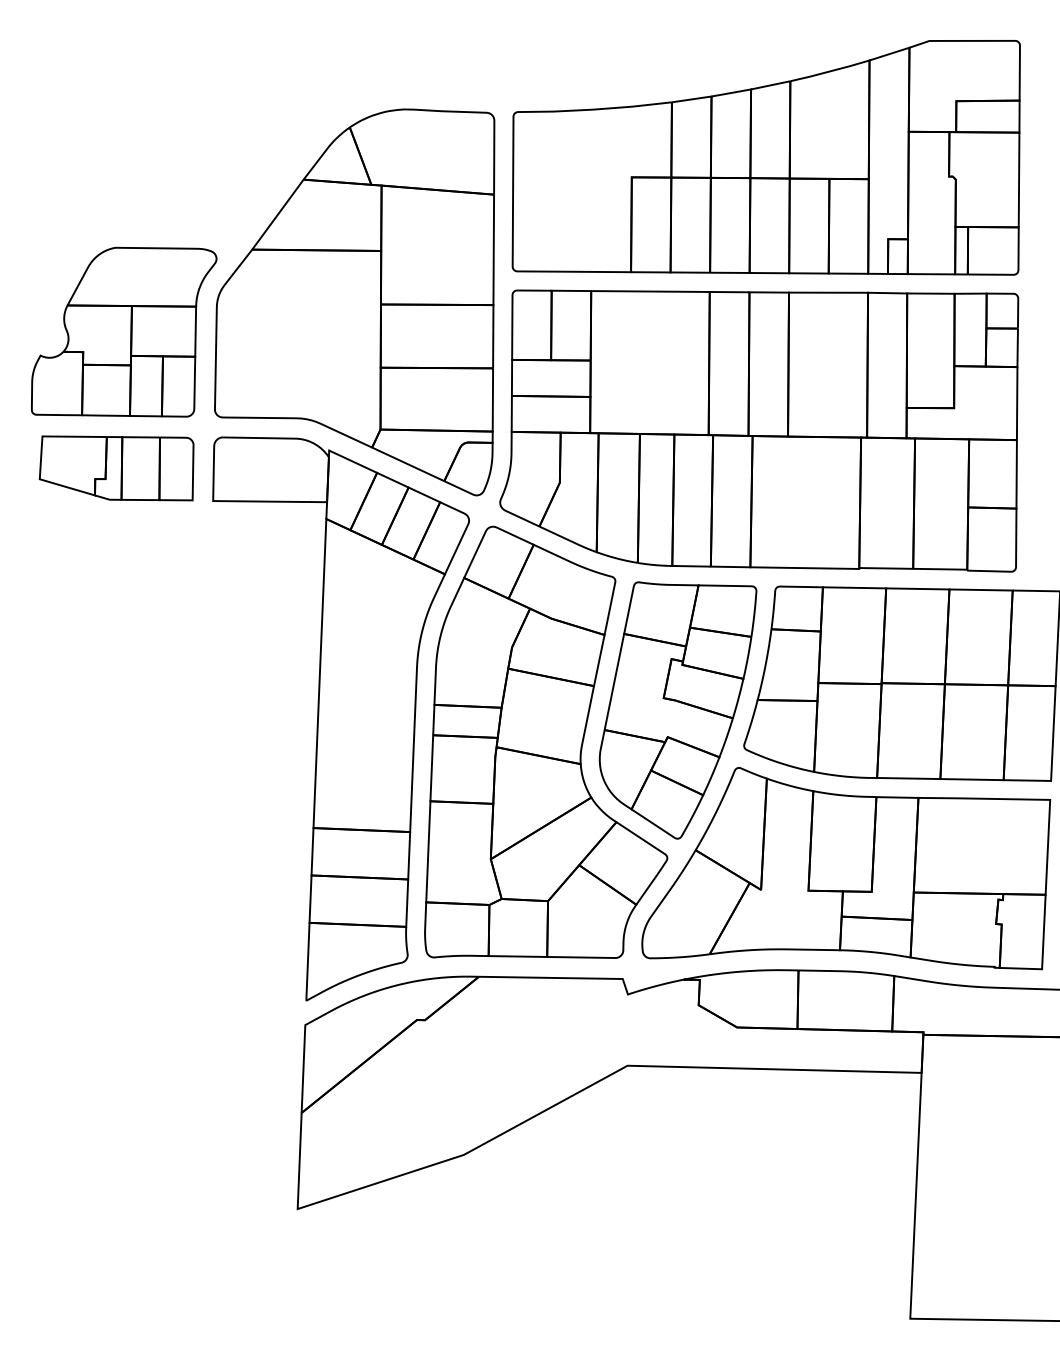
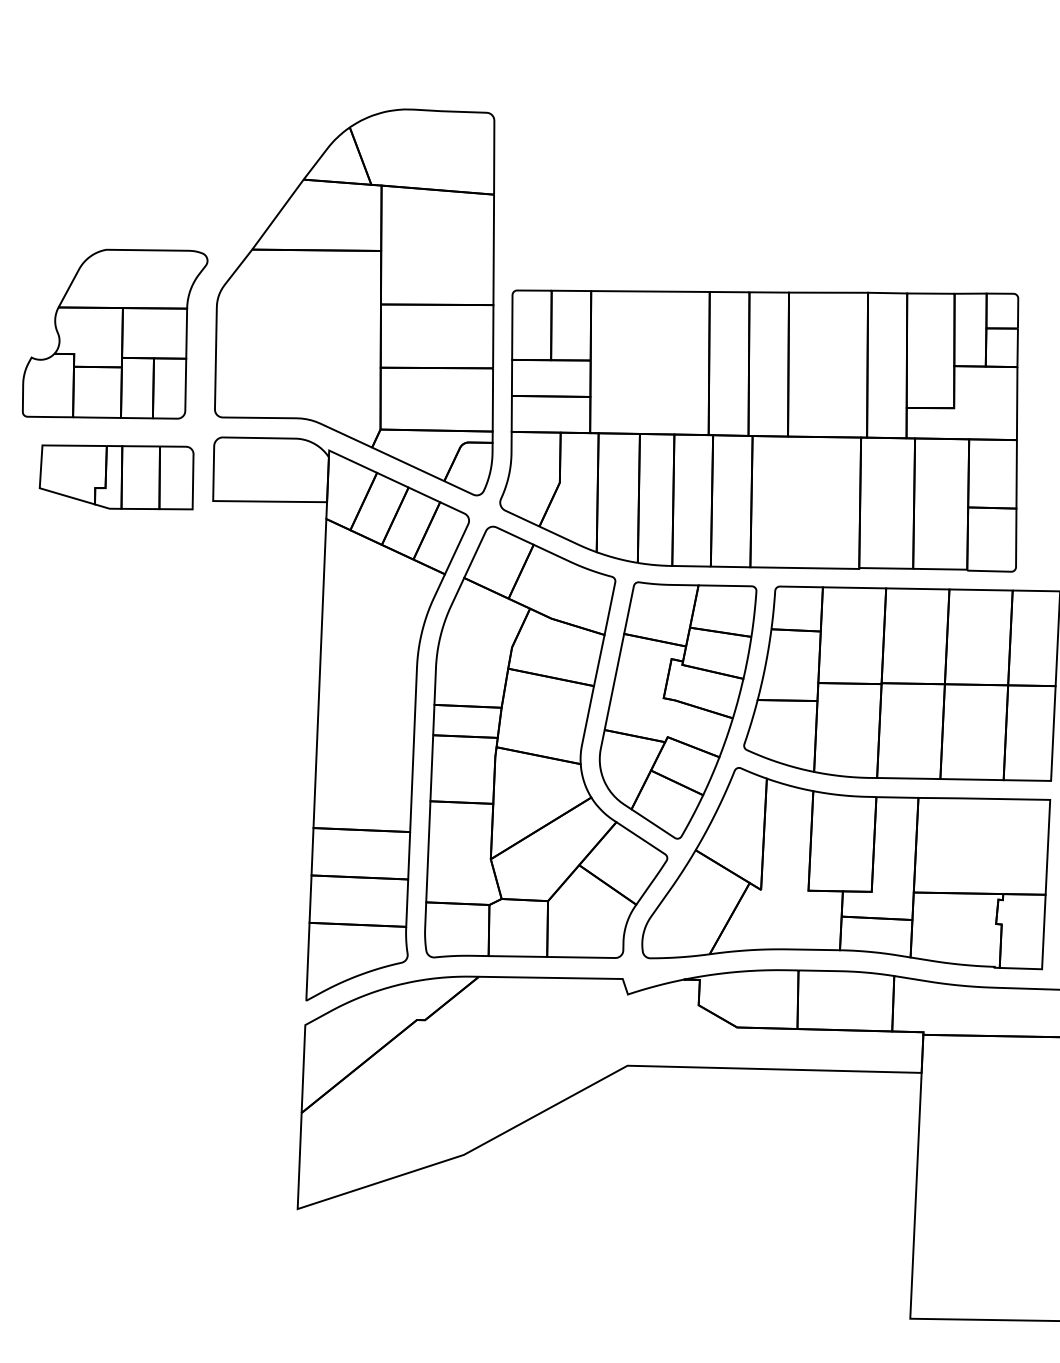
part at (765, 157): present -> none
part at (124, 331) position: (124, 331) -> (115, 333)
part at (116, 468) position: (116, 468) -> (116, 477)
